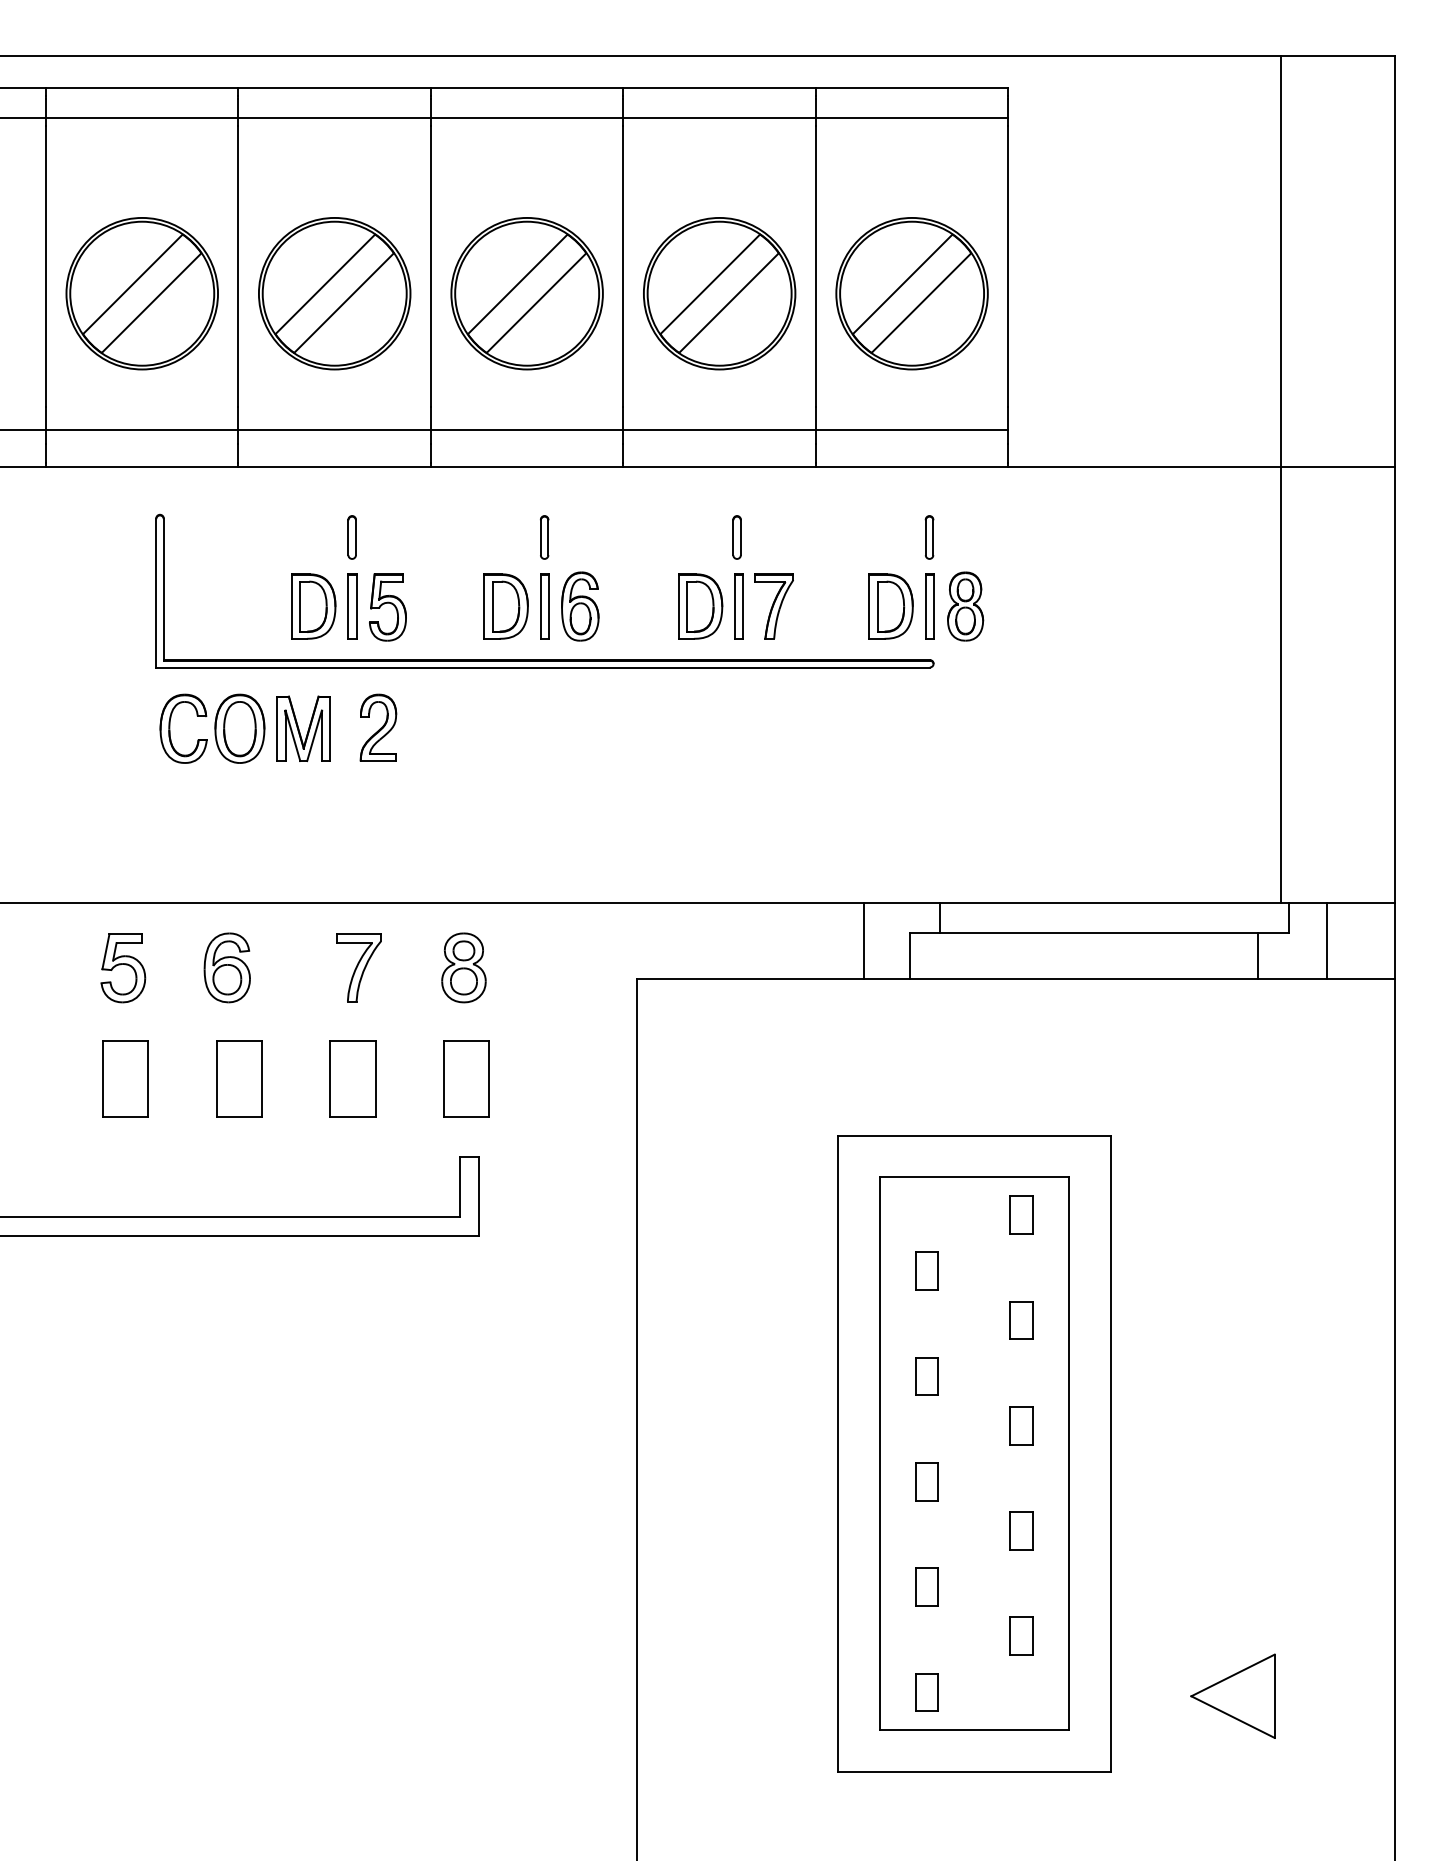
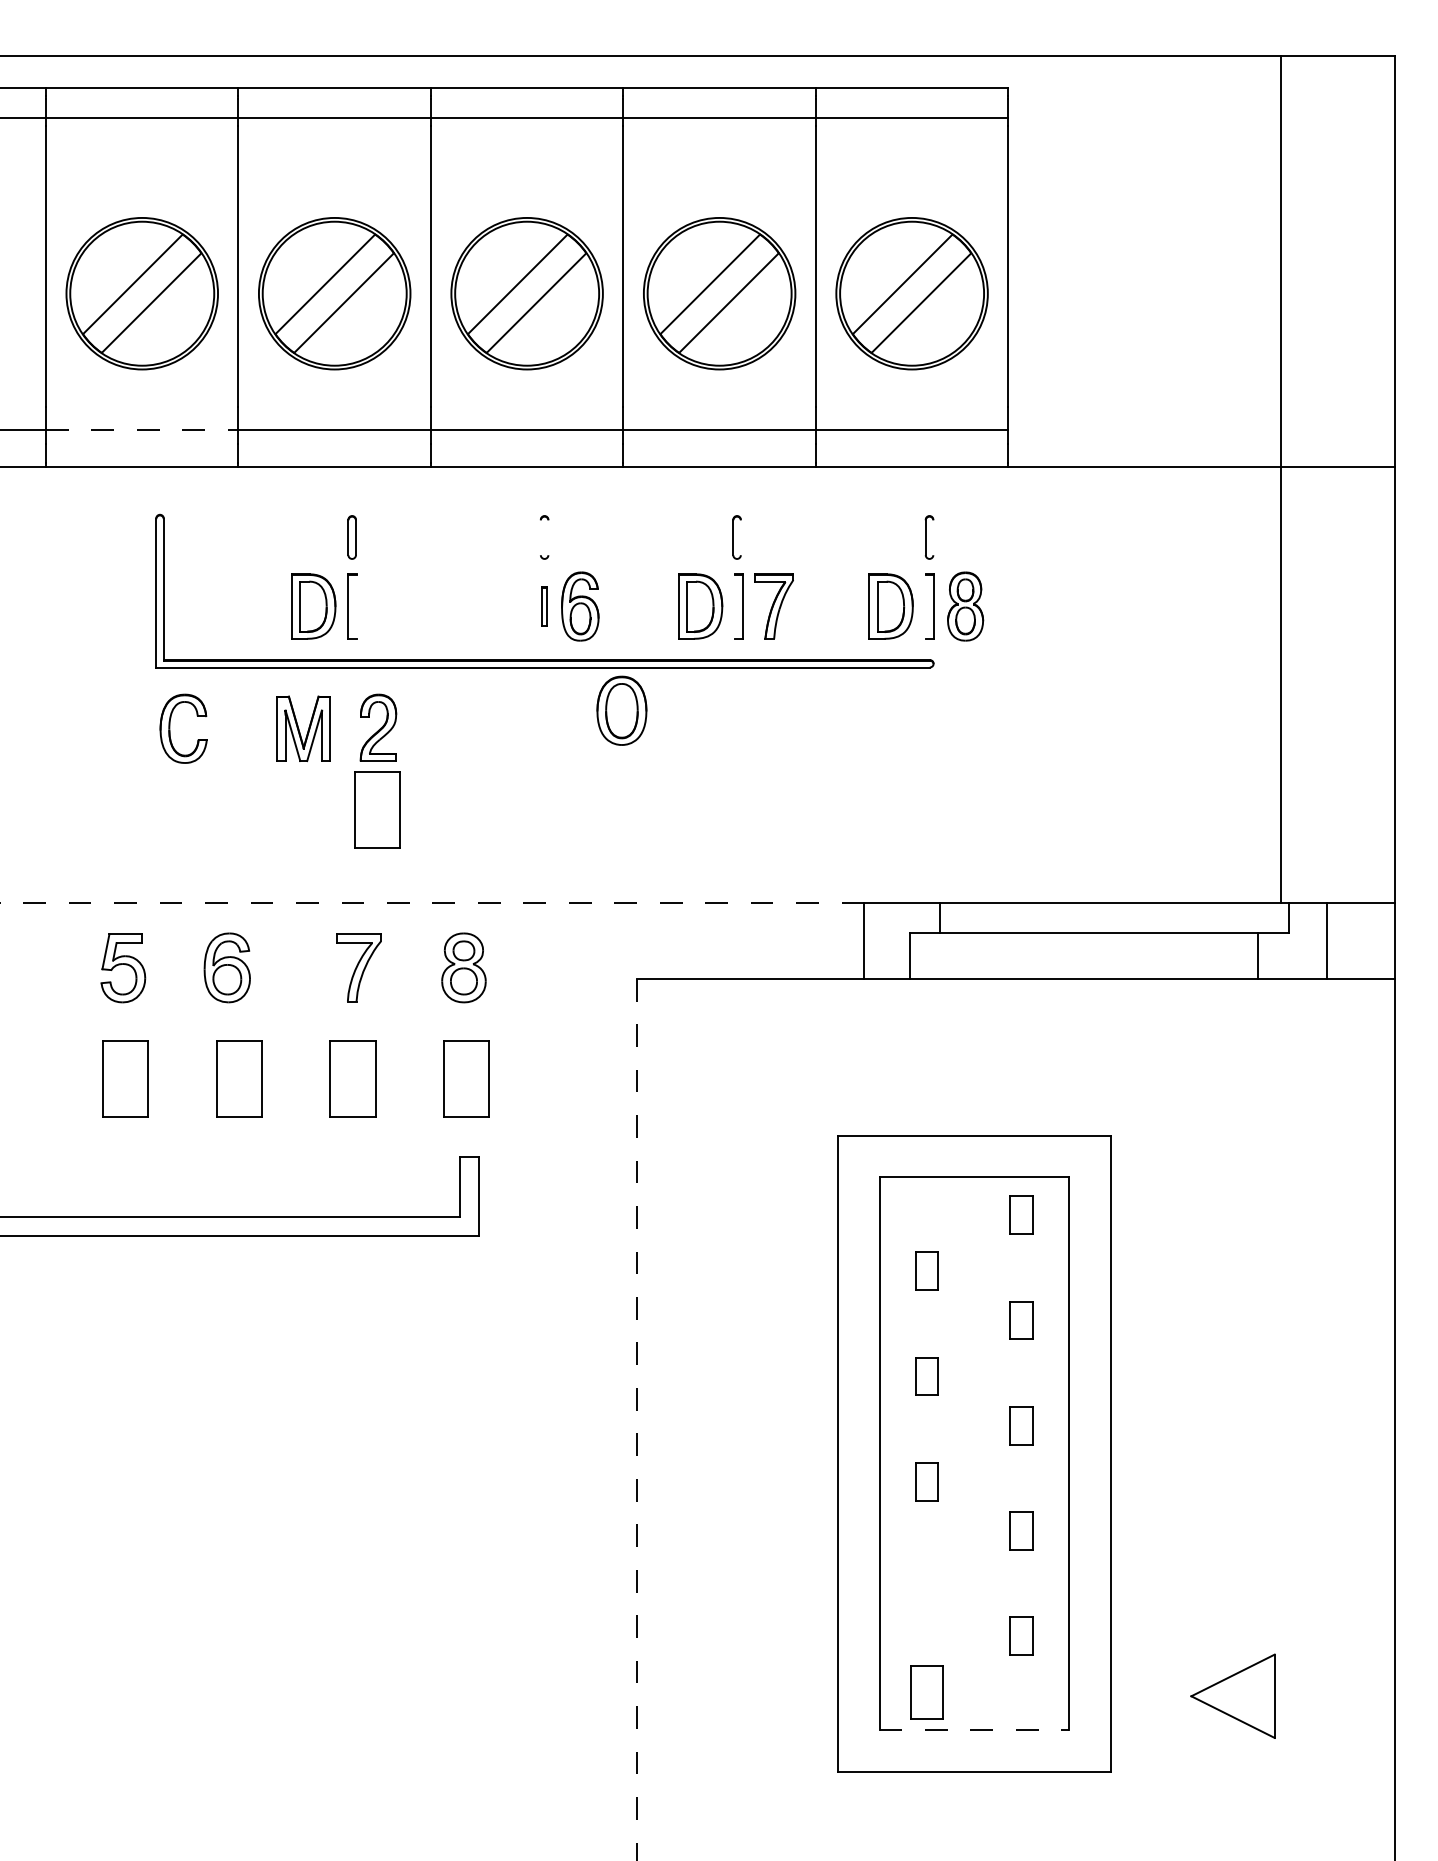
line at (142, 430): solid -> dashed
line at (540, 537): present -> none
line at (548, 537): present -> none
line at (740, 537): present -> none
line at (933, 537): present -> none
line at (356, 606): present -> none
part at (505, 606): present -> none
part at (544, 606) size: 10x67 px -> 7x41 px
line at (735, 606): present -> none
line at (925, 606): present -> none
part at (387, 607): present -> none
part at (239, 728) position: (239, 728) -> (621, 710)
part at (377, 809): none -> present
line at (432, 902): solid -> dashed
line at (637, 1419): solid -> dashed
part at (926, 1586): present -> none
part at (926, 1692) size: 24x39 px -> 34x55 px
line at (974, 1730): solid -> dashed
